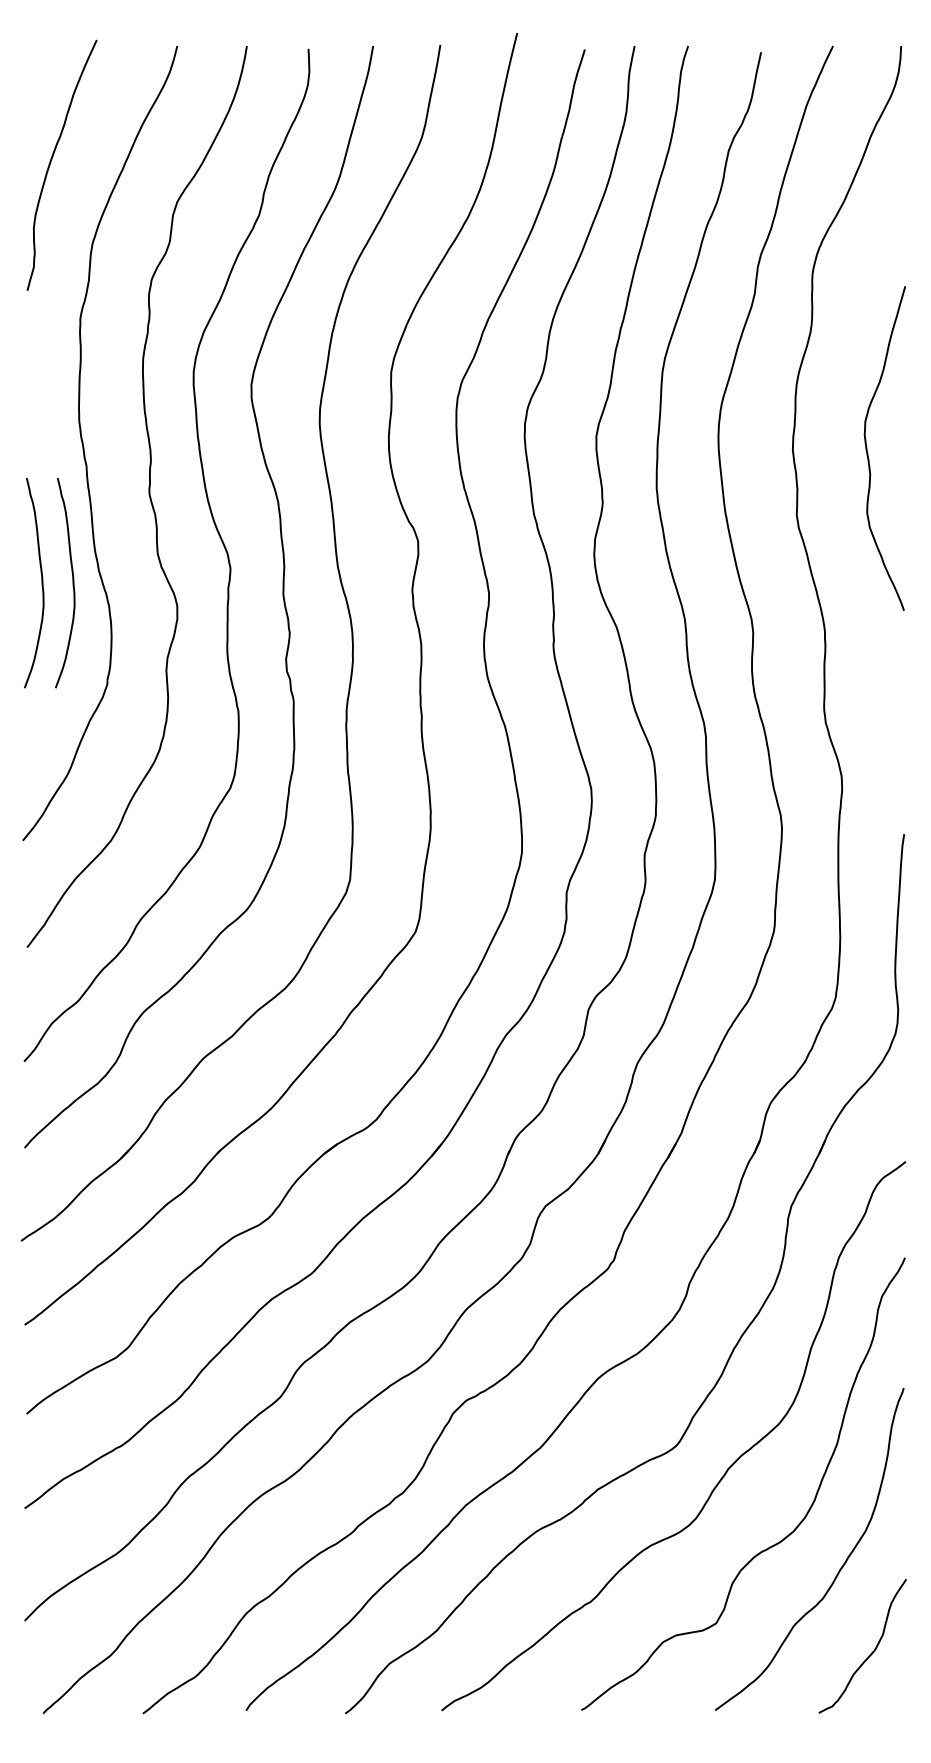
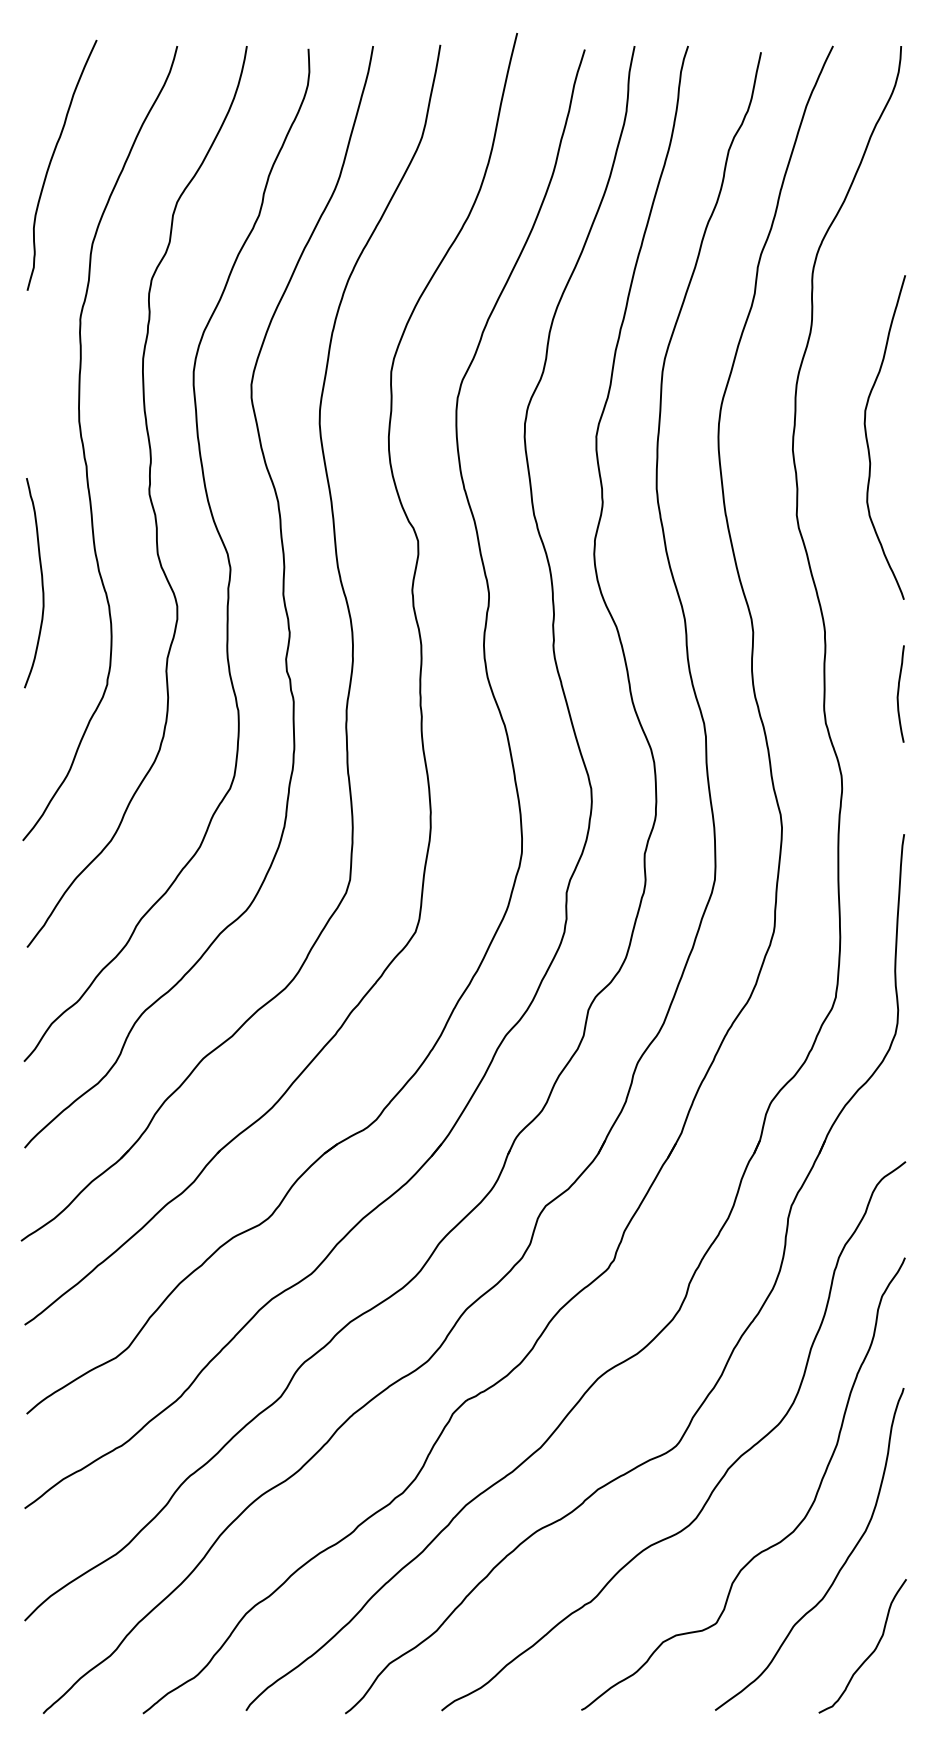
curve at (868, 453) position: (868, 453) -> (868, 442)
curve at (72, 583): present -> none
curve at (898, 693): none -> present
